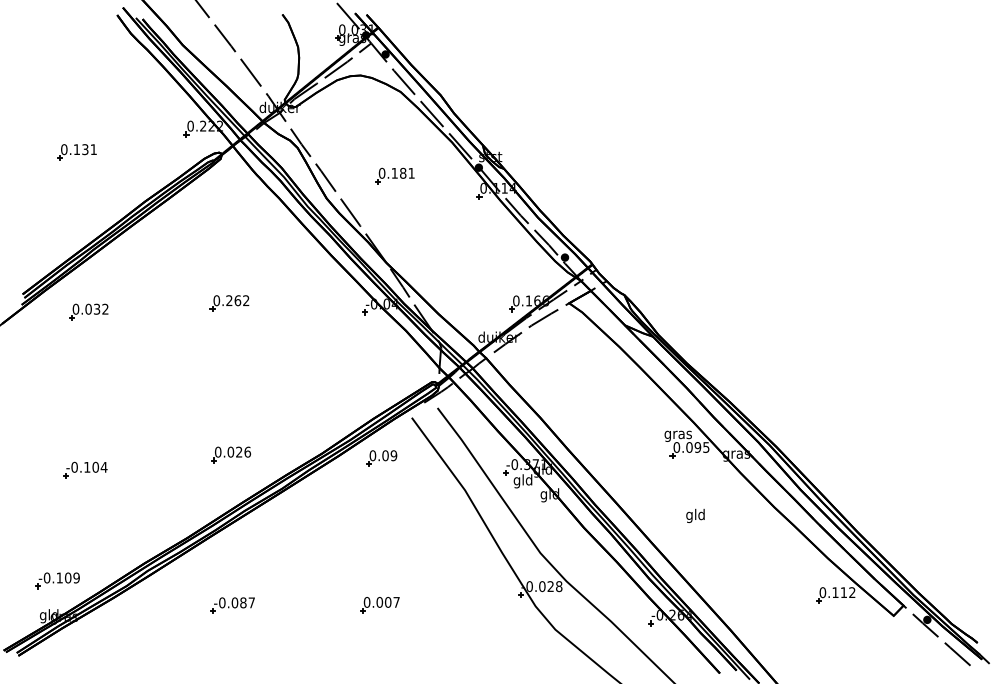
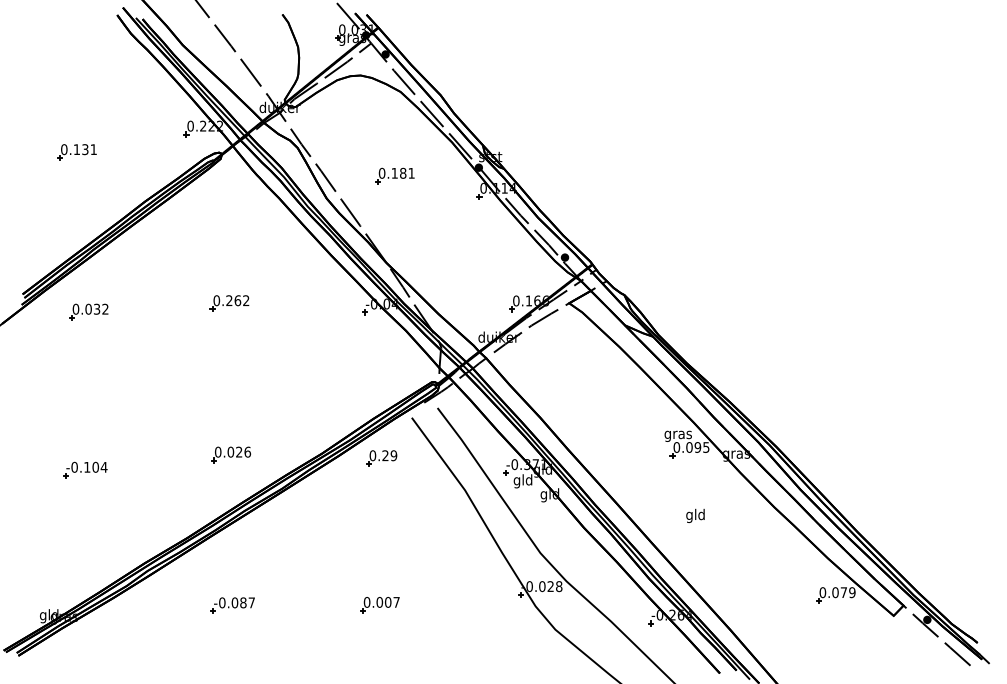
text at (385, 455): 0.09 -> 0.29
part at (57, 580): present -> none
text at (843, 592): 0.112 -> 0.079
